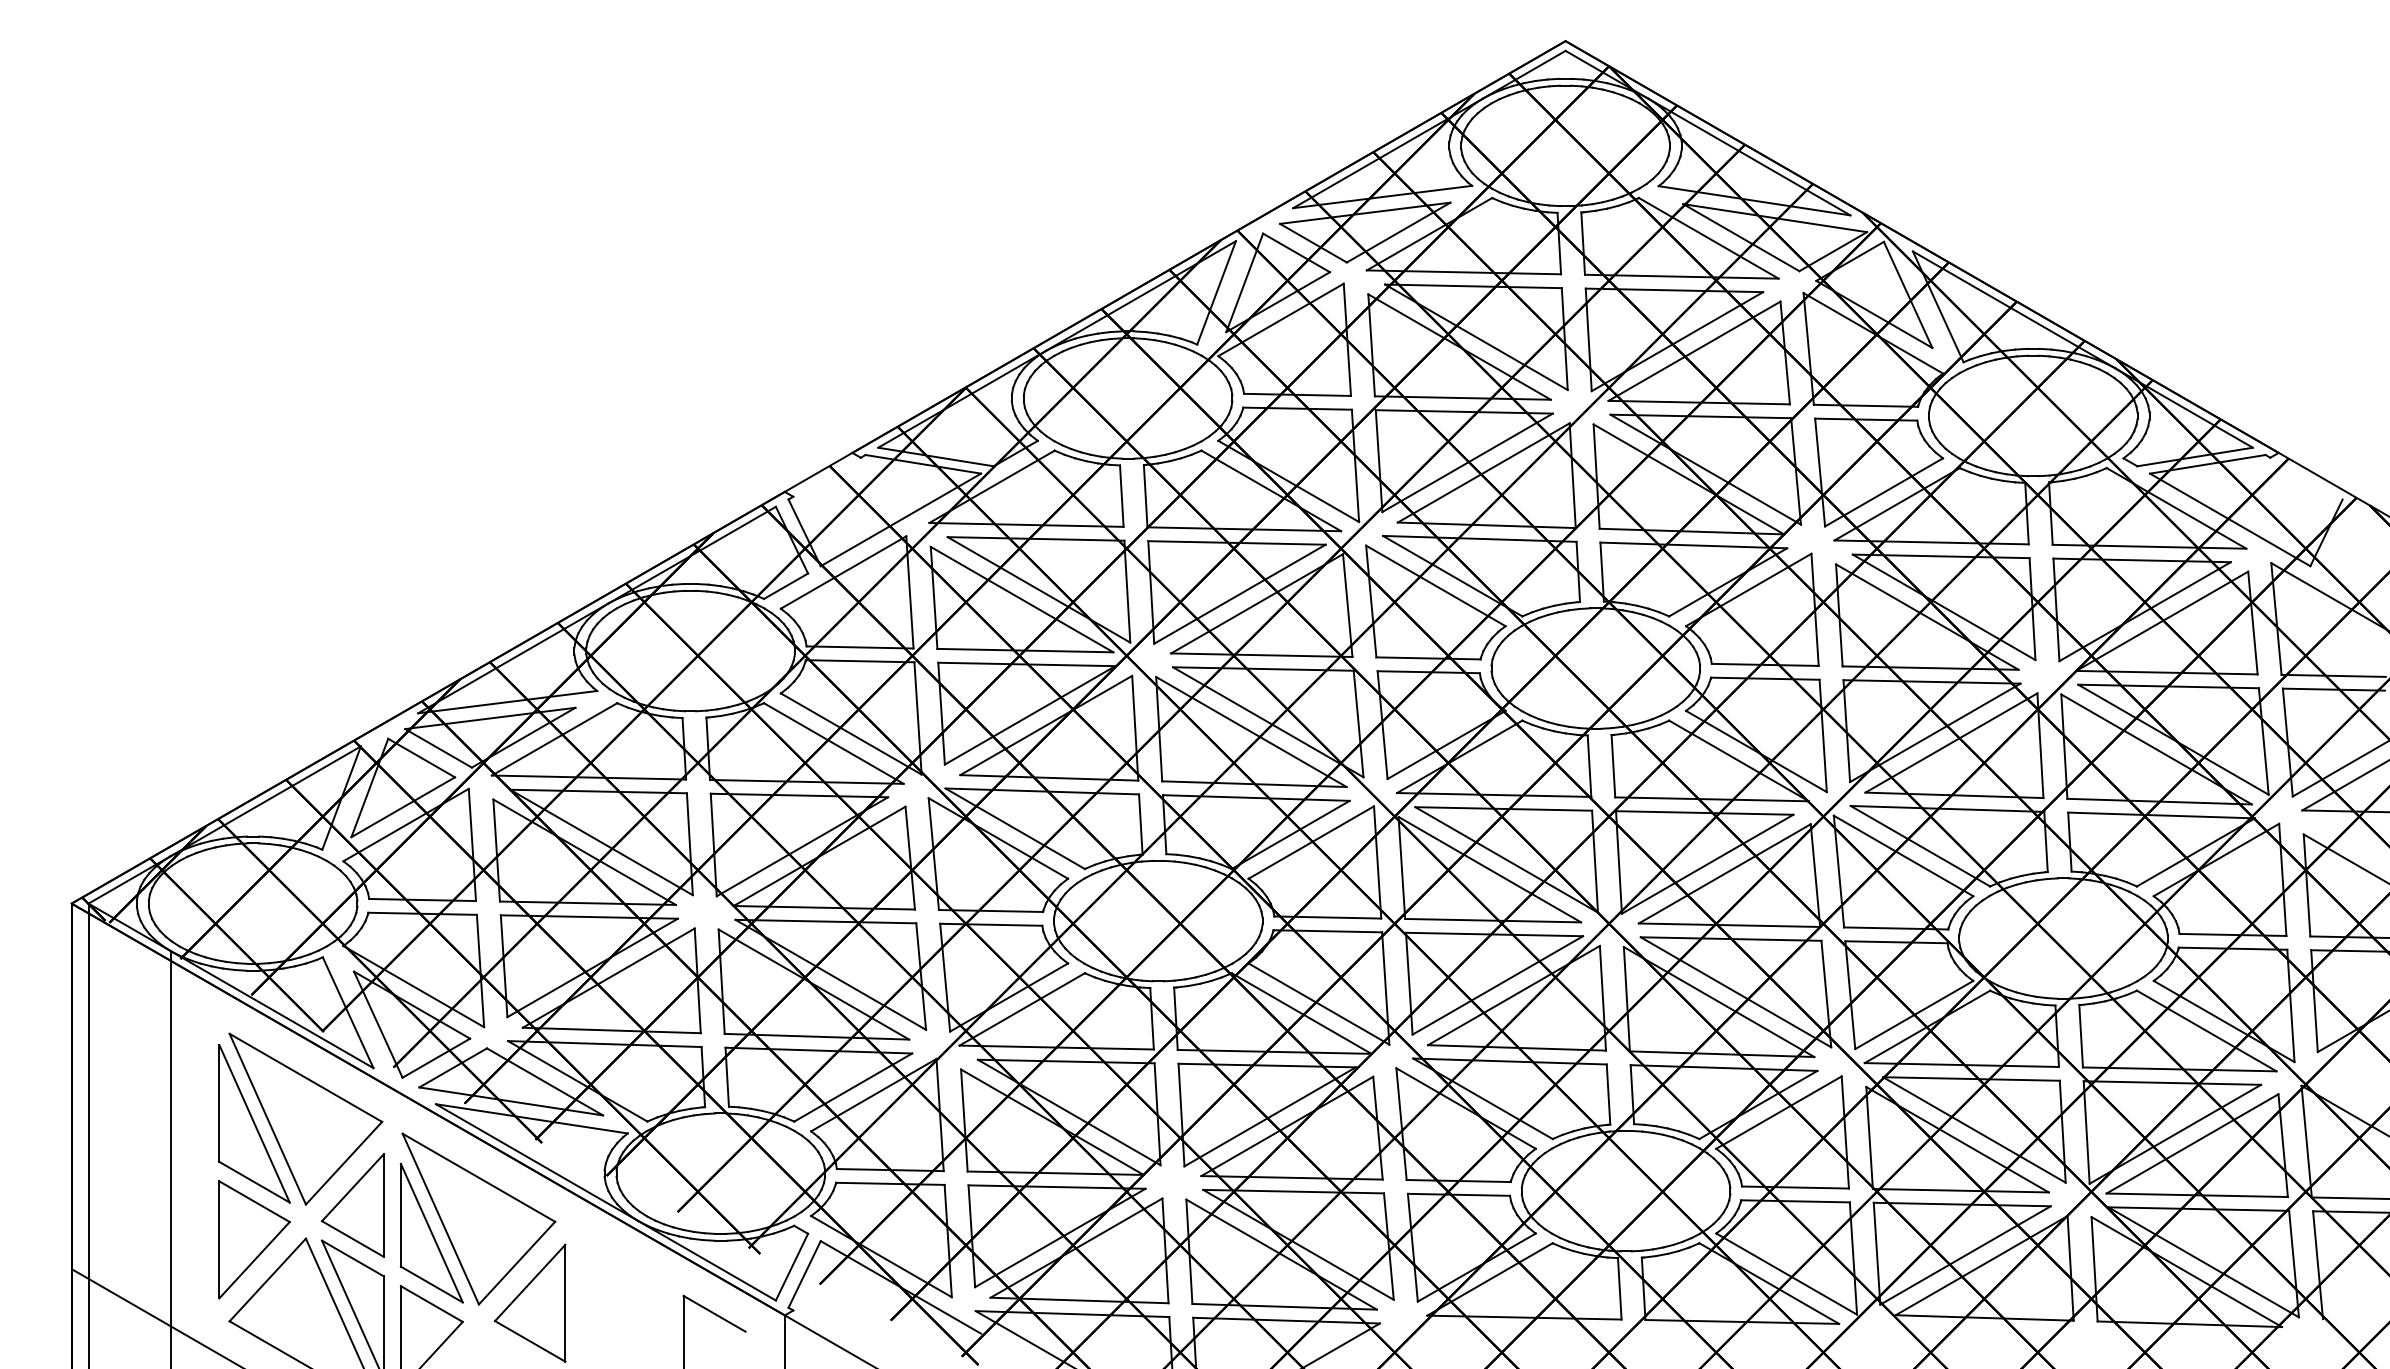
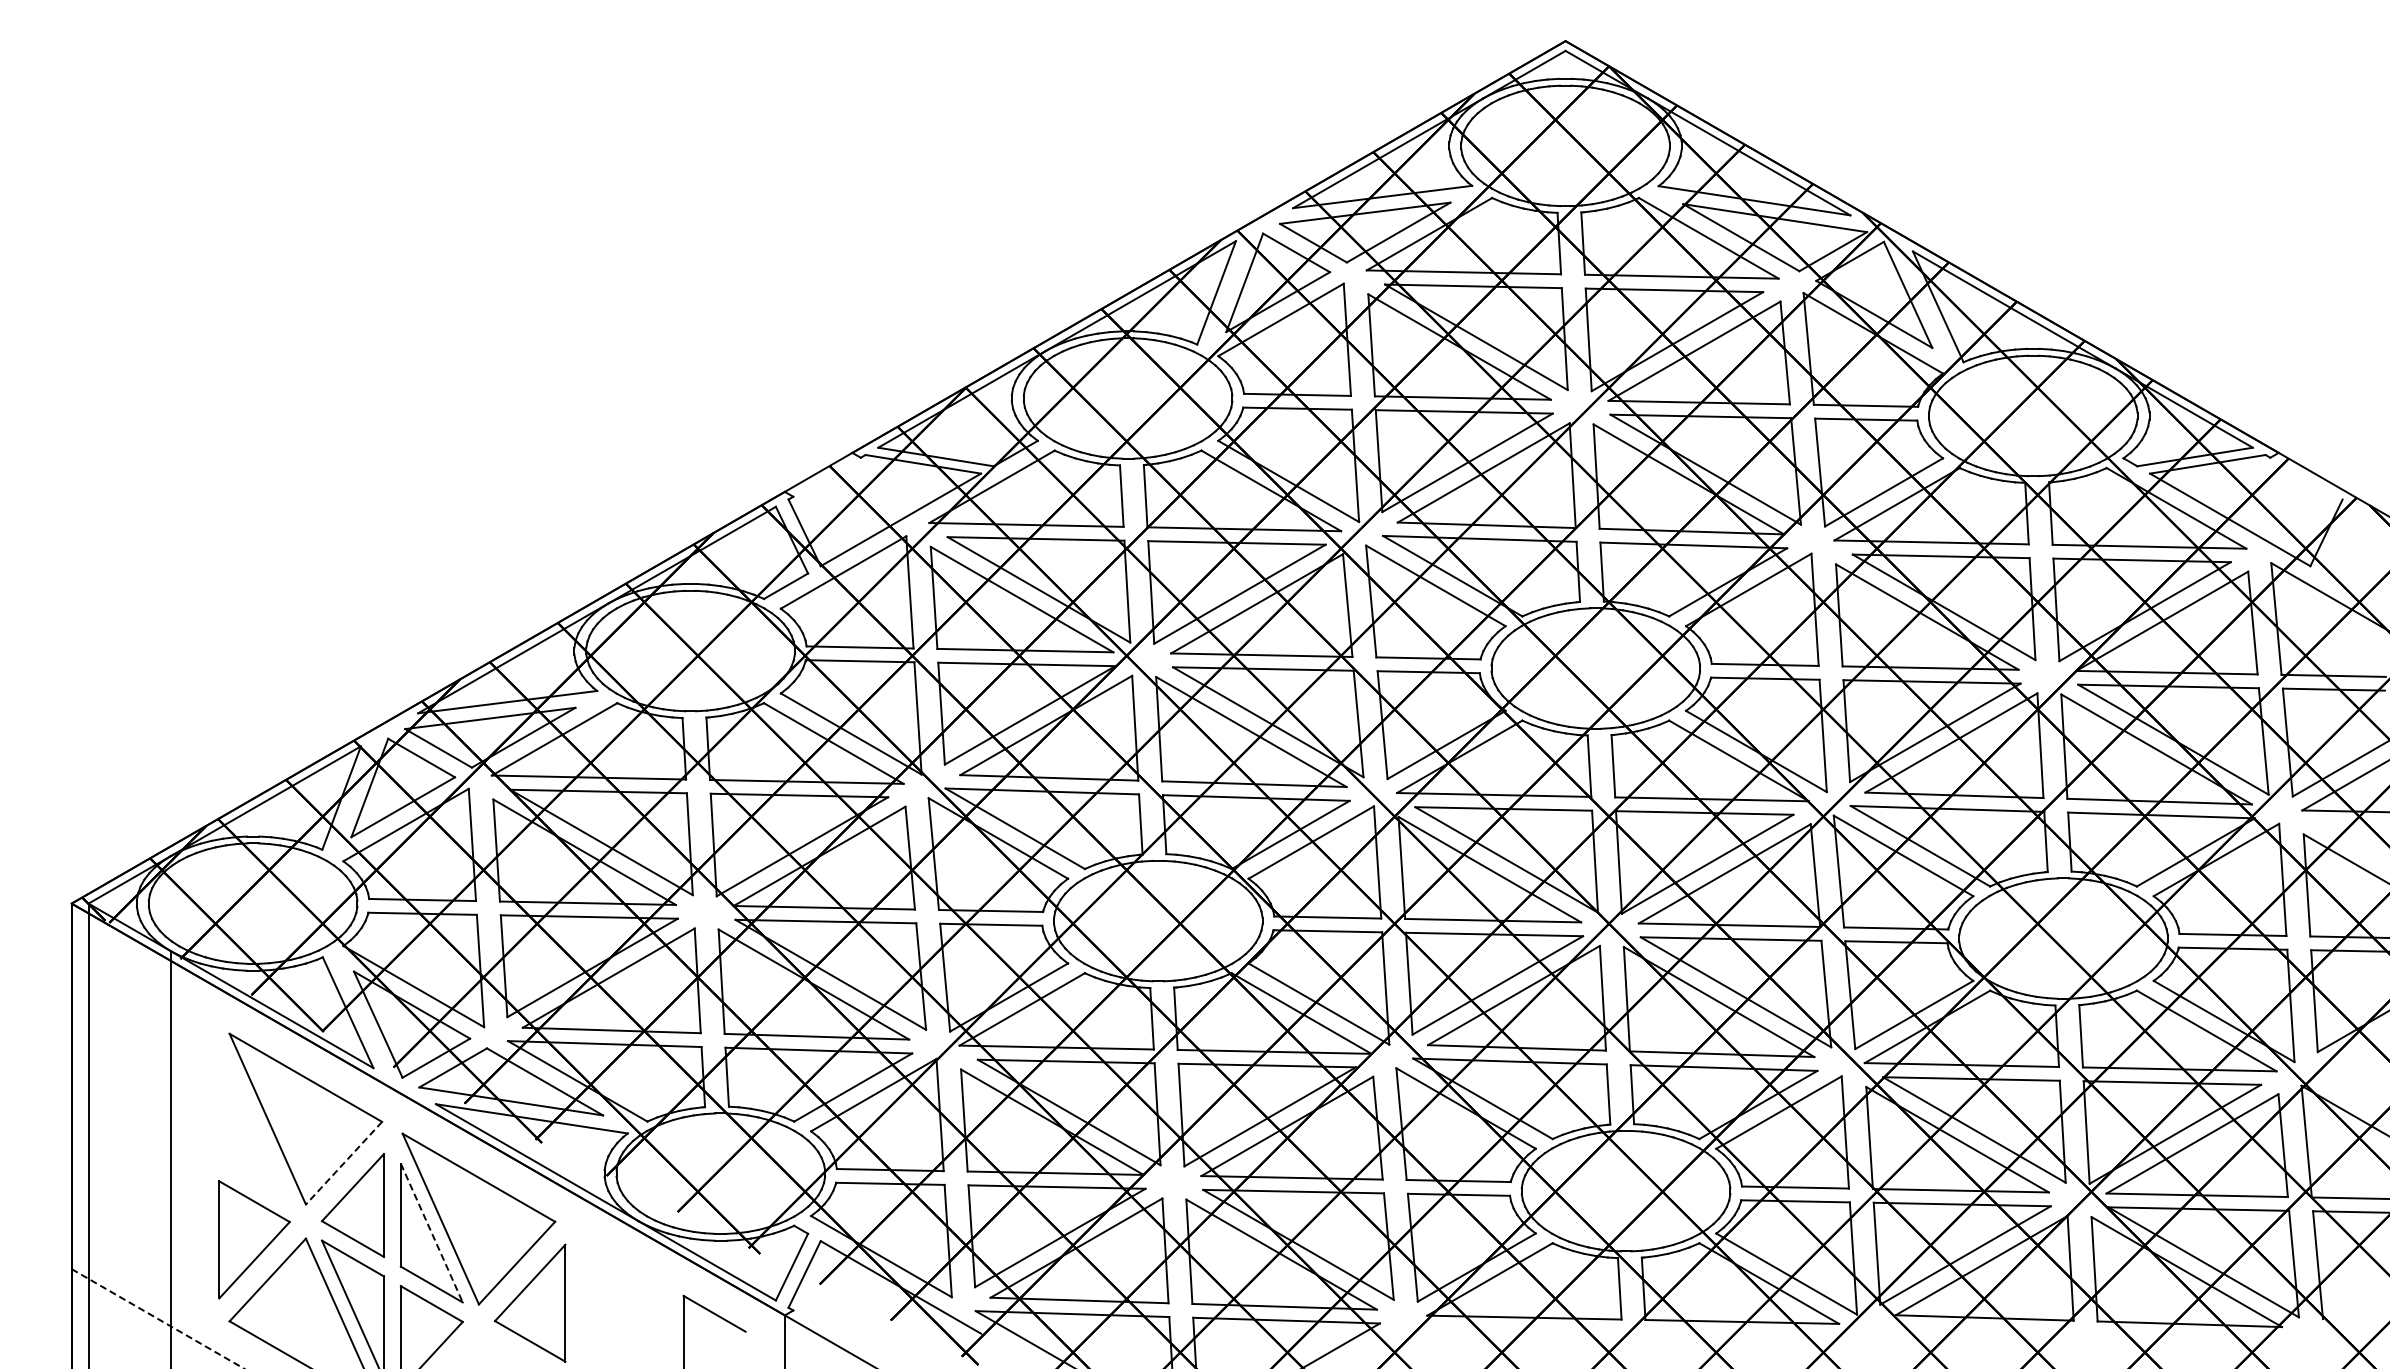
part at (254, 1123): present -> none
line at (343, 1163): solid -> dashed
line at (431, 1233): solid -> dashed
line at (158, 1319): solid -> dashed
